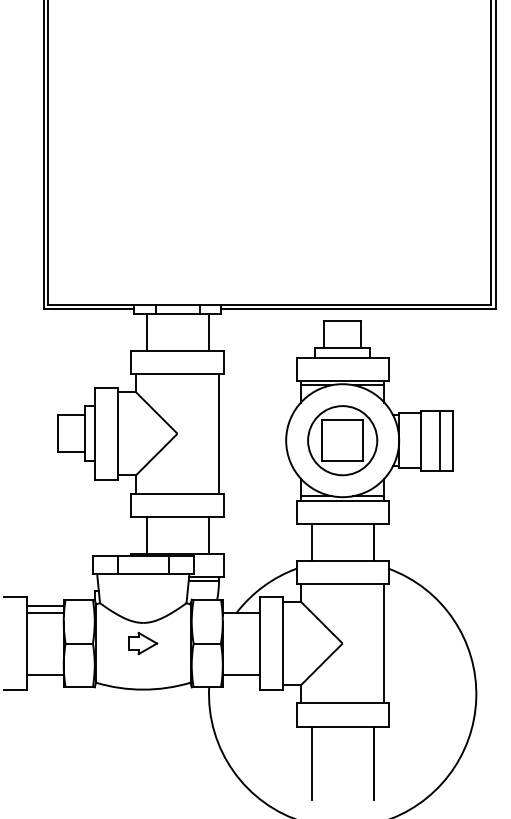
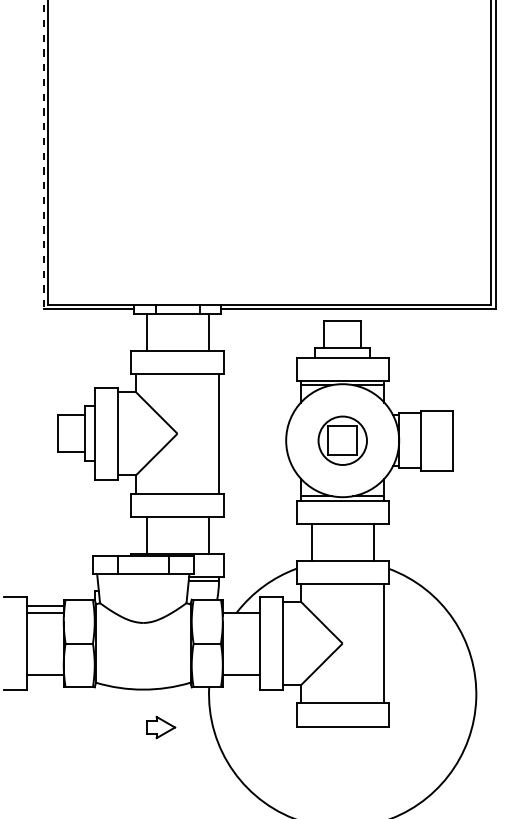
line at (43, 155): solid -> dashed
part at (342, 440) size: 72x72 px -> 51x51 px
line at (439, 440): present -> none
part at (143, 643) position: (143, 643) -> (161, 727)
line at (311, 763): present -> none
line at (373, 763): present -> none
